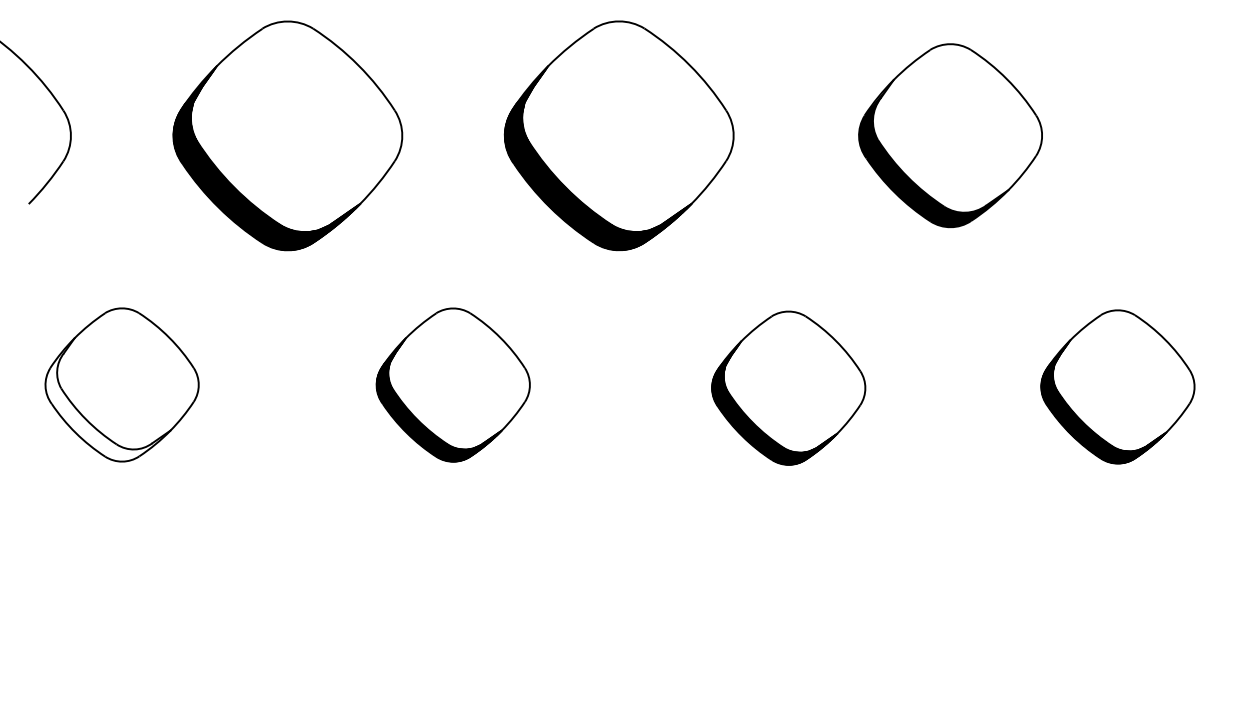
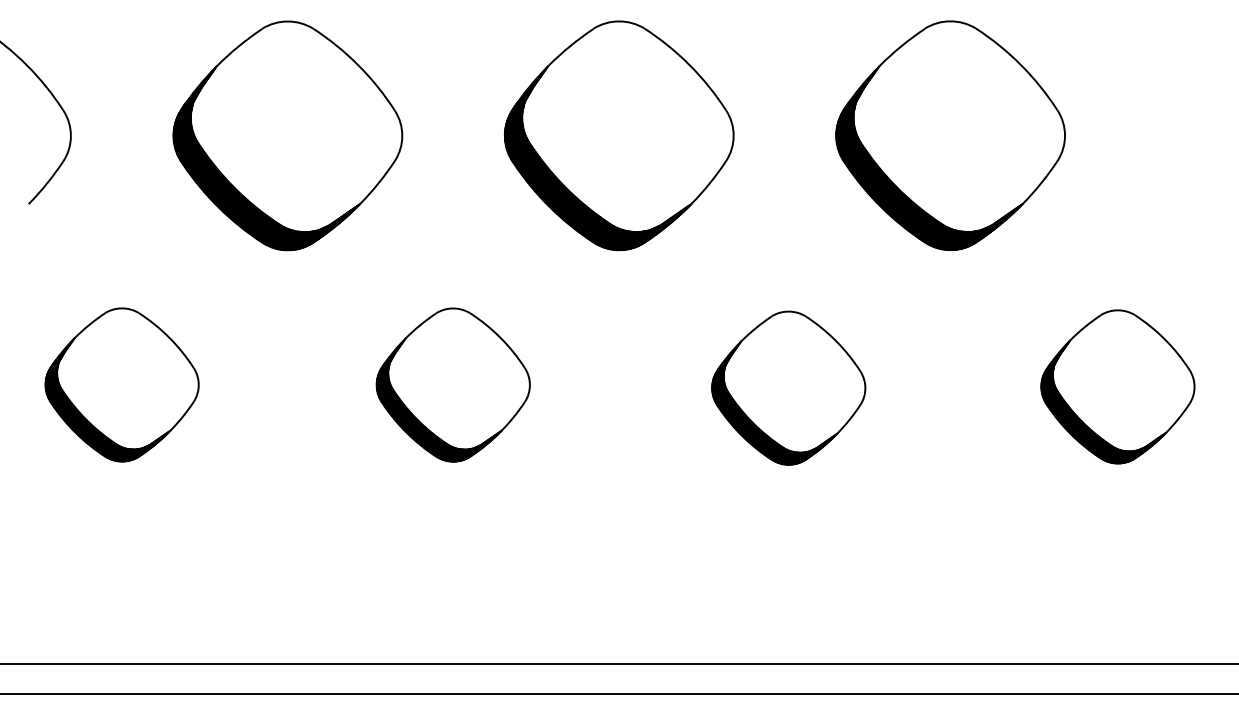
part at (950, 135) size: 185x186 px -> 231x231 px
hatch at (107, 399): none -> present
line at (618, 663): none -> present
line at (618, 693): none -> present
